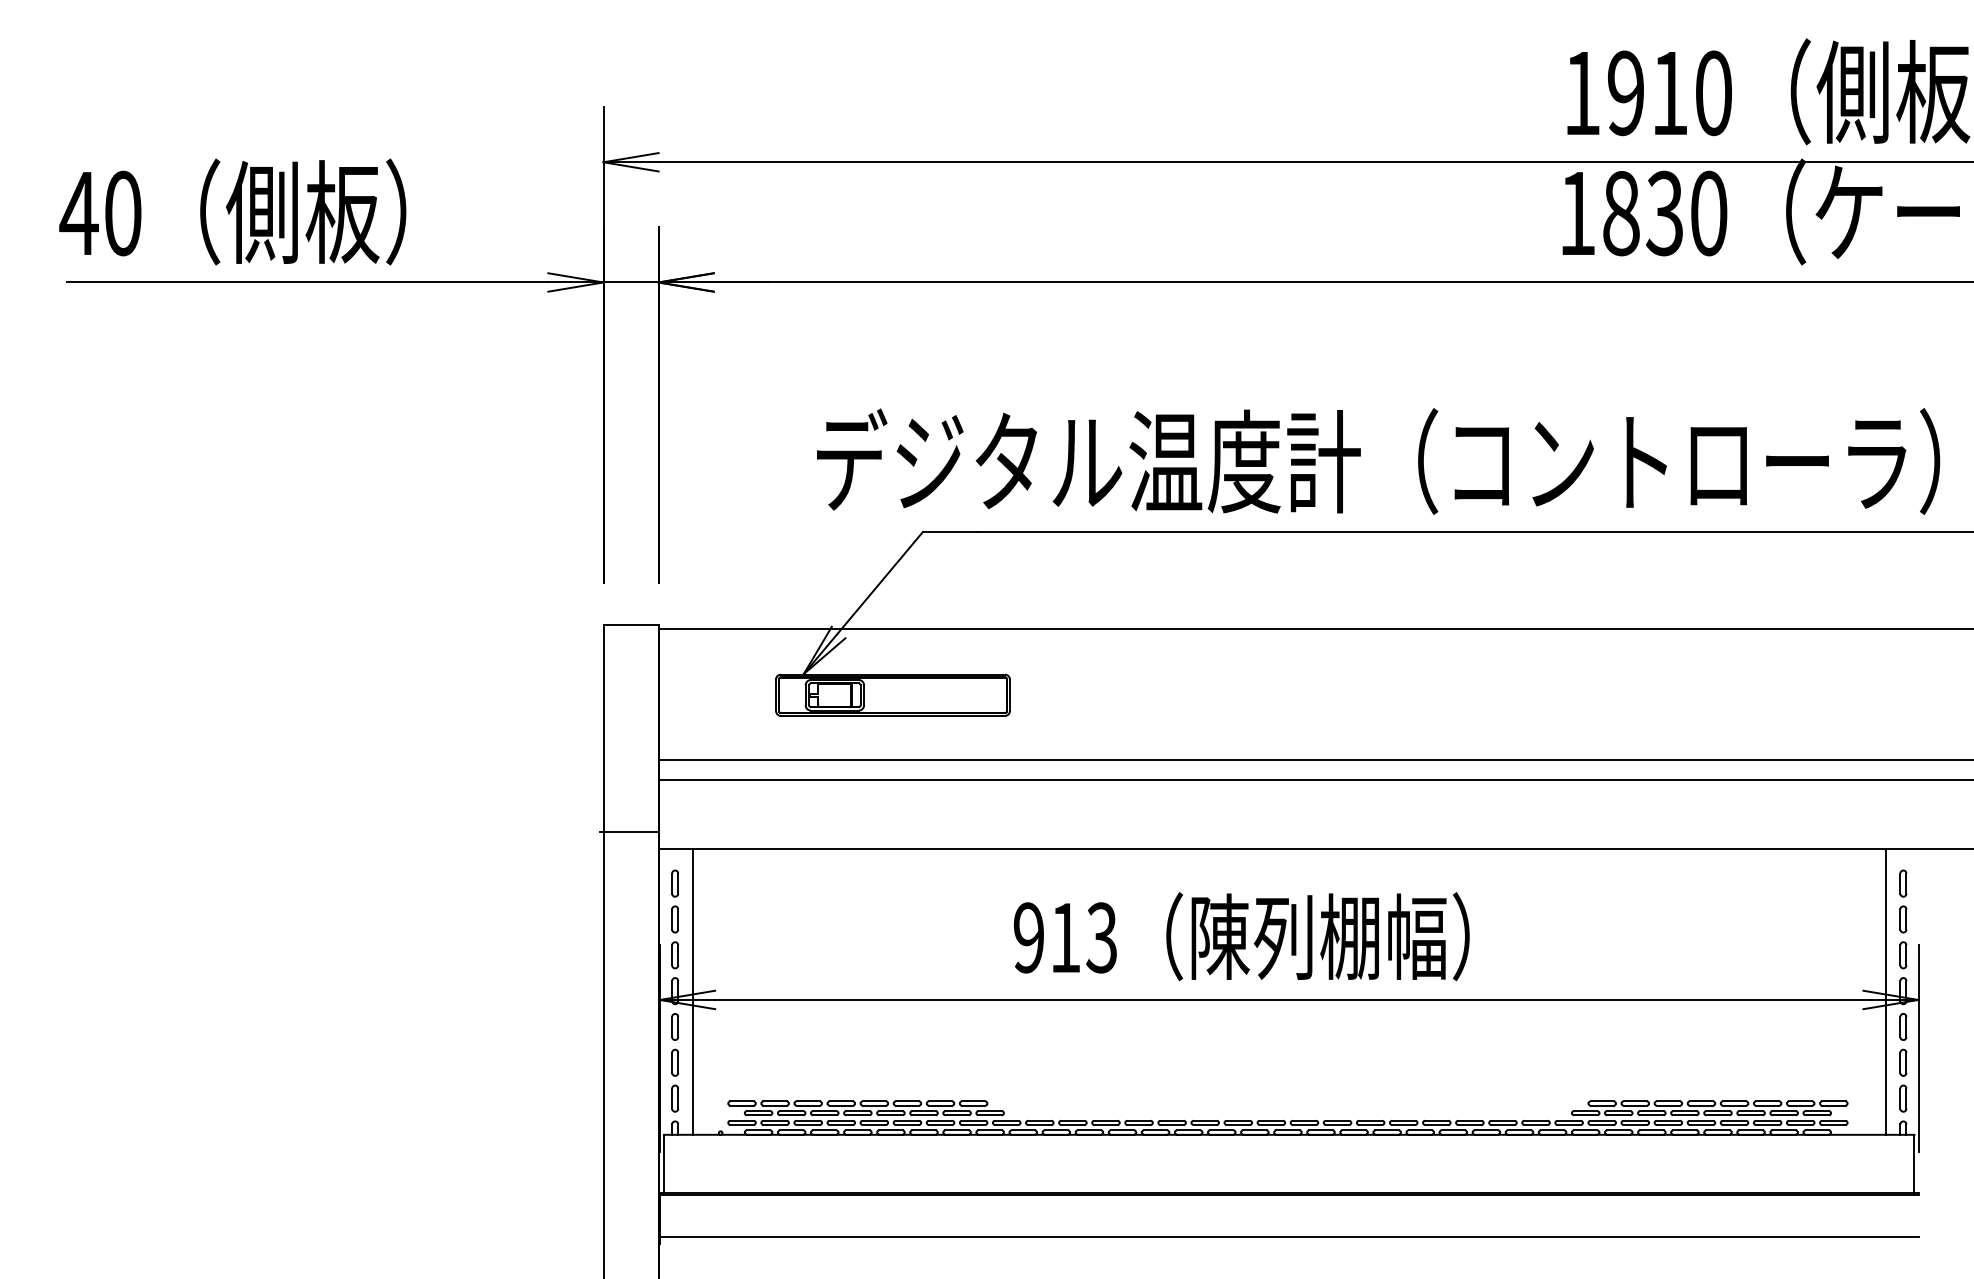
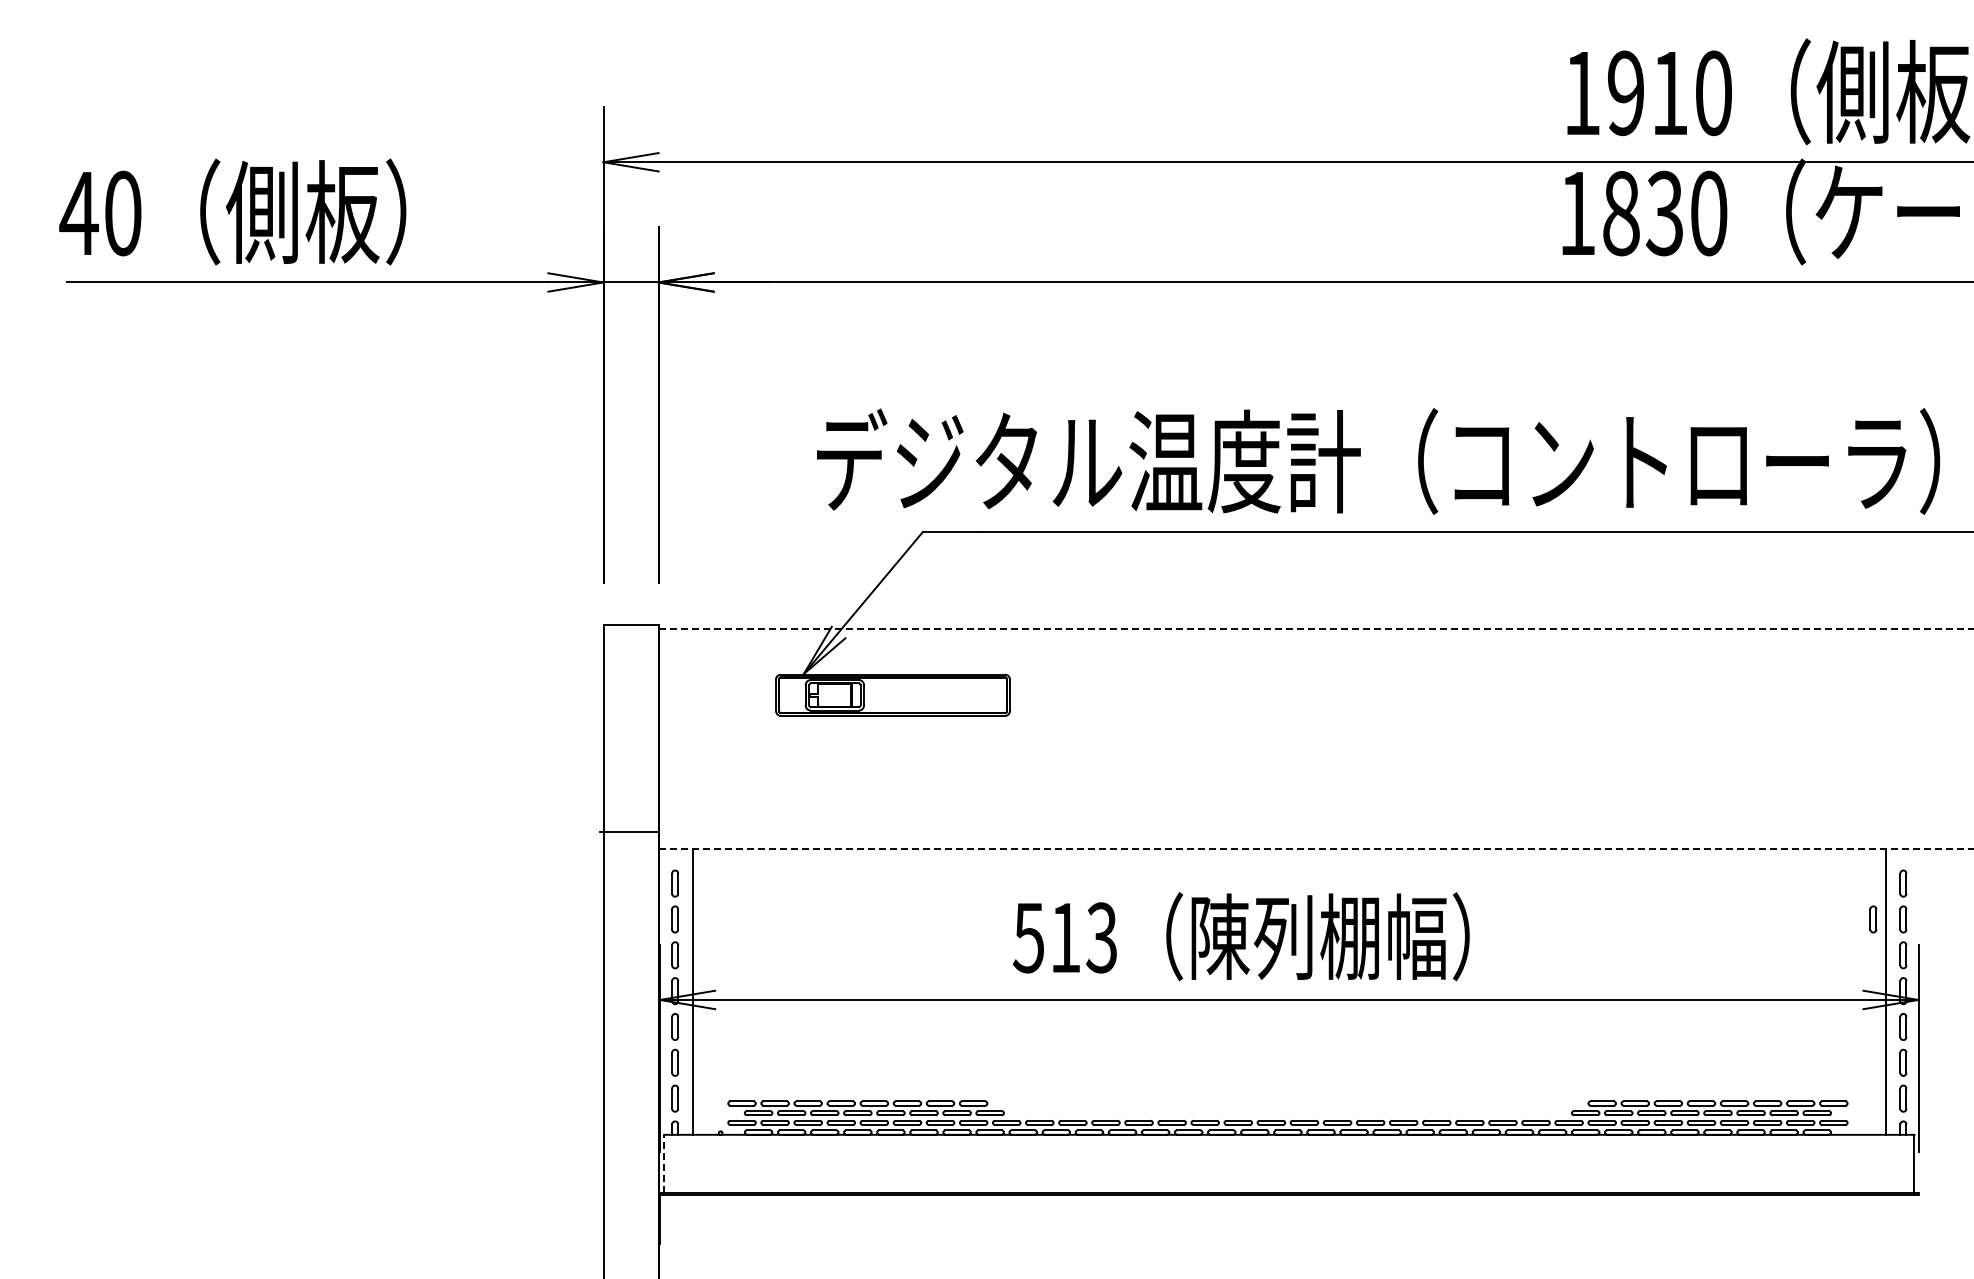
line at (1316, 628): solid -> dashed
line at (1314, 759): present -> none
line at (1314, 780): present -> none
line at (1316, 849): solid -> dashed
part at (1873, 919): none -> present
text at (1028, 937): 913 -> 513
line at (664, 1163): solid -> dashed
line at (1289, 1237): present -> none
